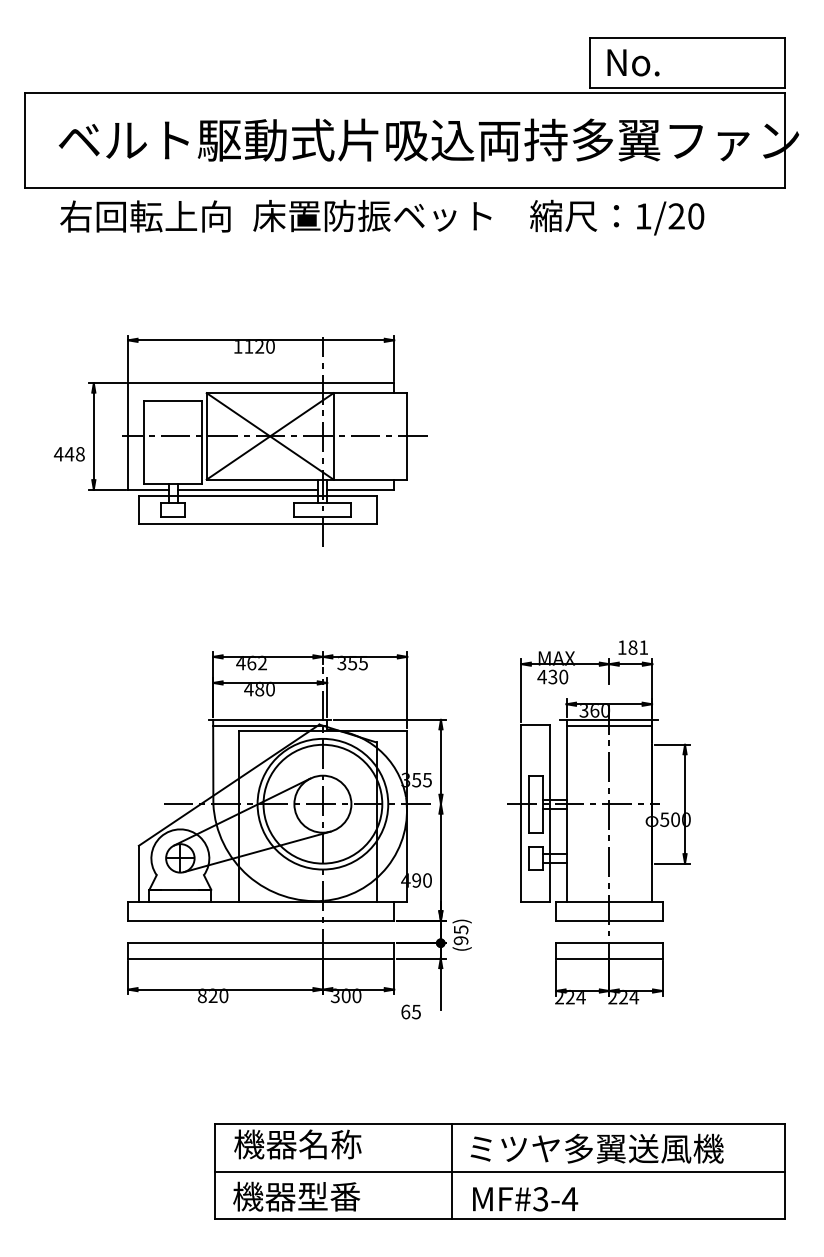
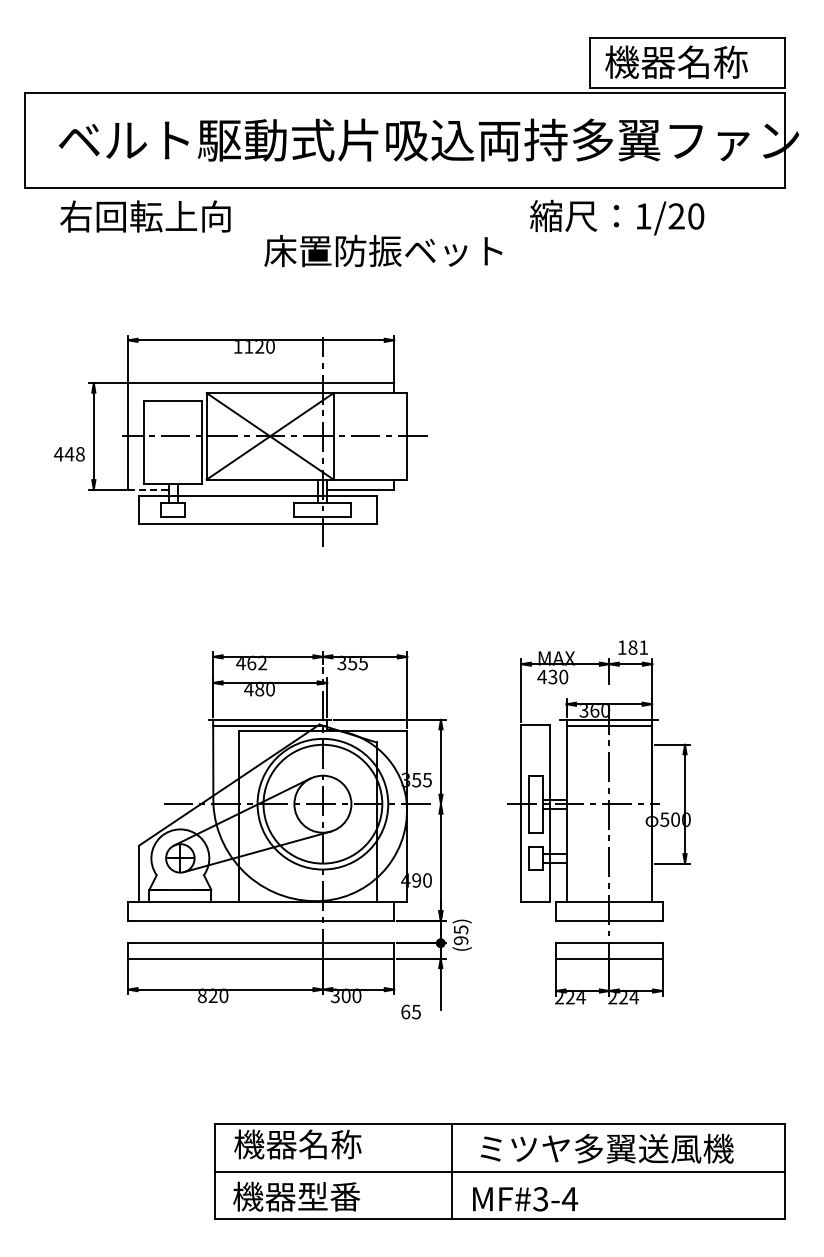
text at (676, 61): No. -> 機器名称
text at (372, 215) position: (372, 215) -> (383, 250)
line at (148, 489): solid -> dashed
line at (247, 489): present -> none
text at (596, 1148) position: (596, 1148) -> (606, 1148)
